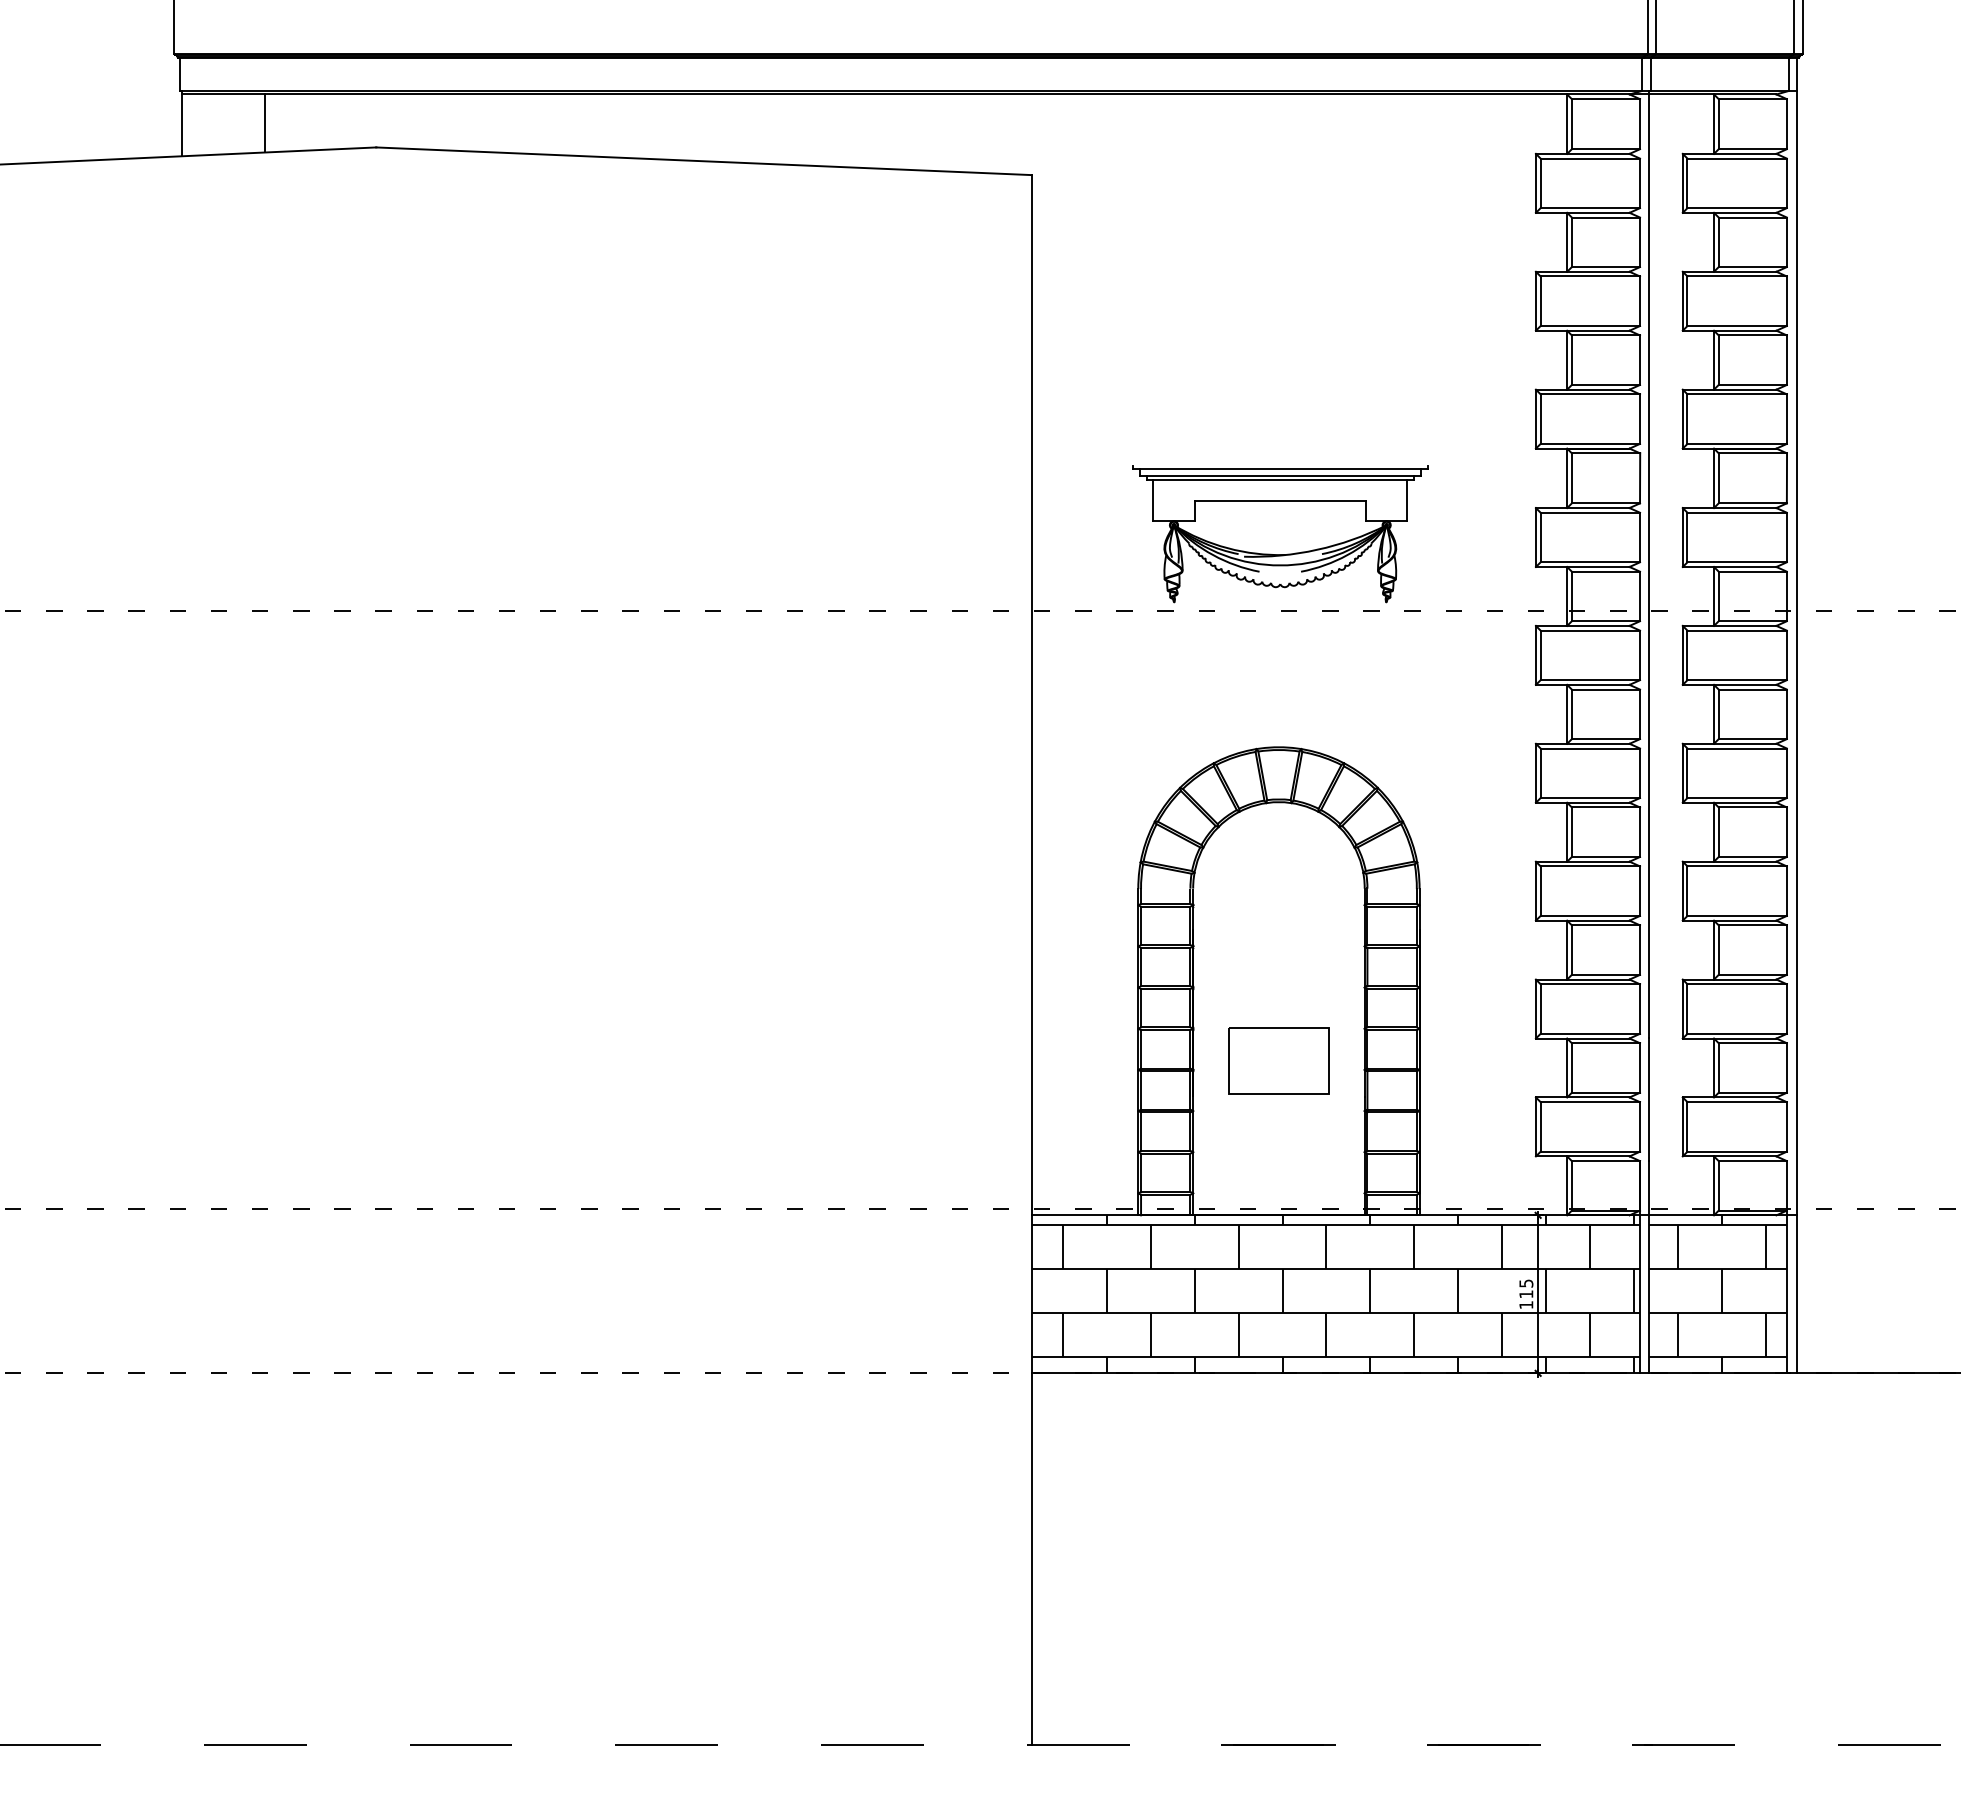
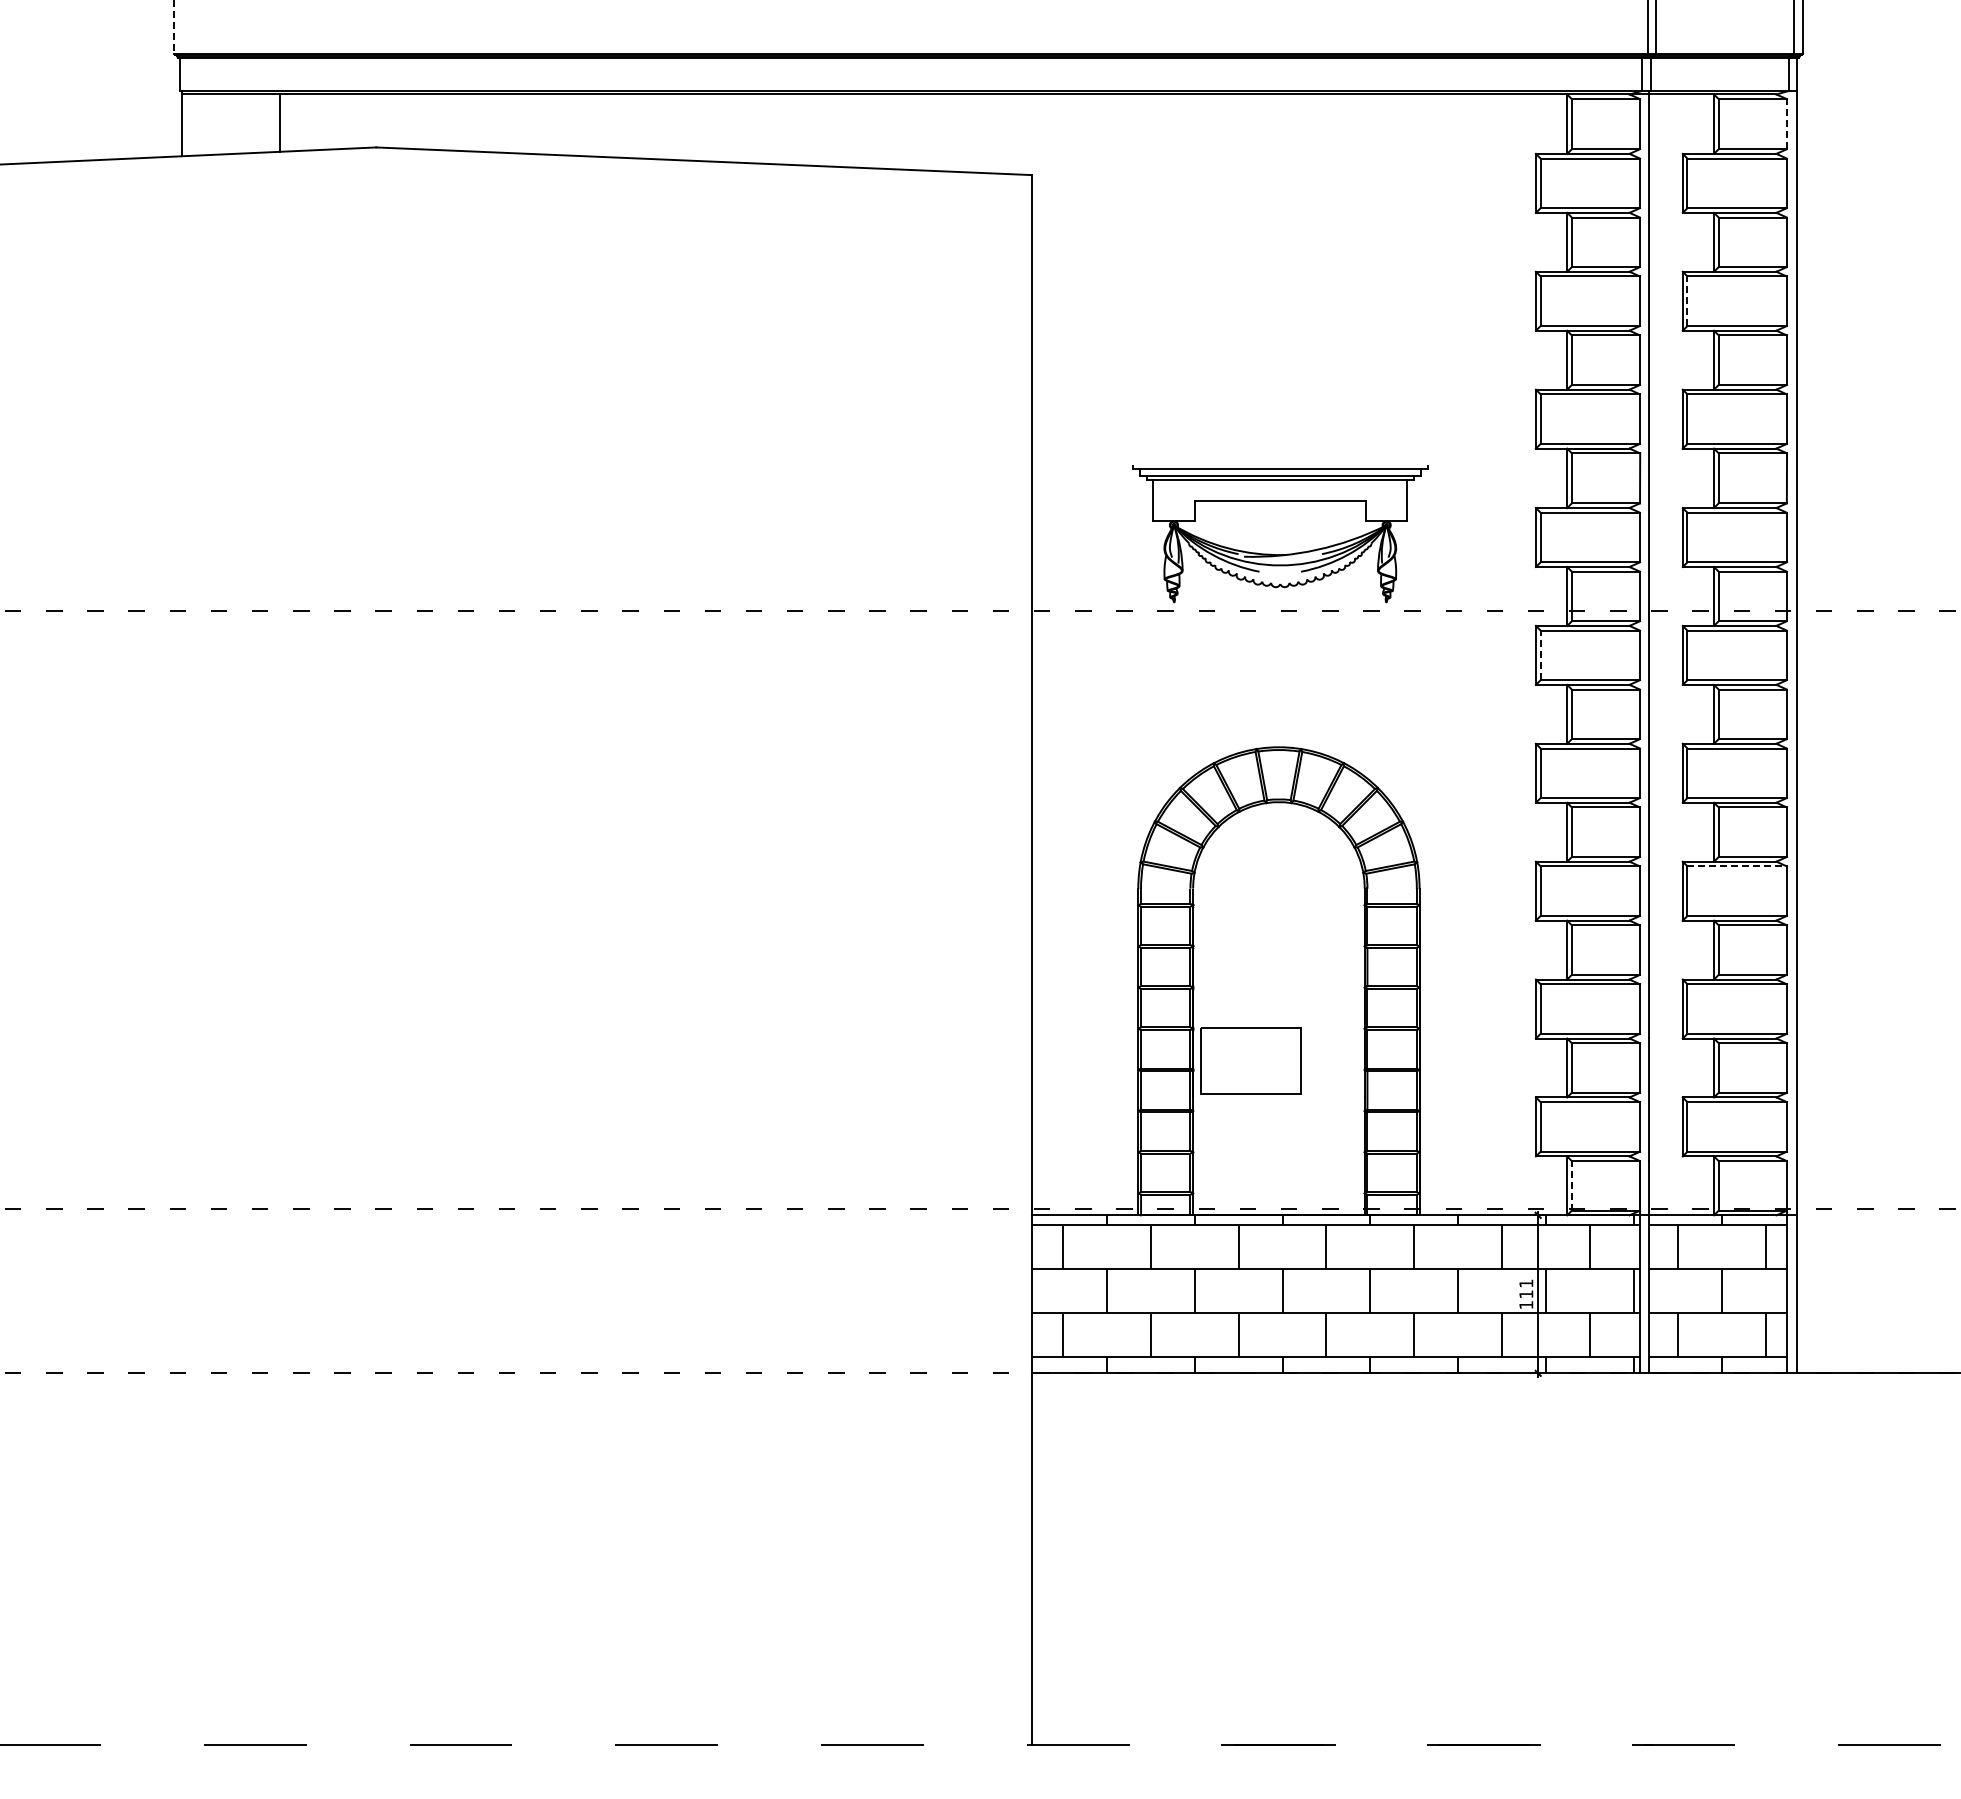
line at (173, 27): solid -> dashed
line at (265, 123) position: (265, 123) -> (280, 123)
line at (1786, 123): solid -> dashed
line at (1687, 301): solid -> dashed
line at (1540, 655): solid -> dashed
line at (1737, 866): solid -> dashed
part at (1278, 1060) position: (1278, 1060) -> (1250, 1060)
line at (1571, 1185): solid -> dashed
text at (1526, 1283): 115 -> 111
